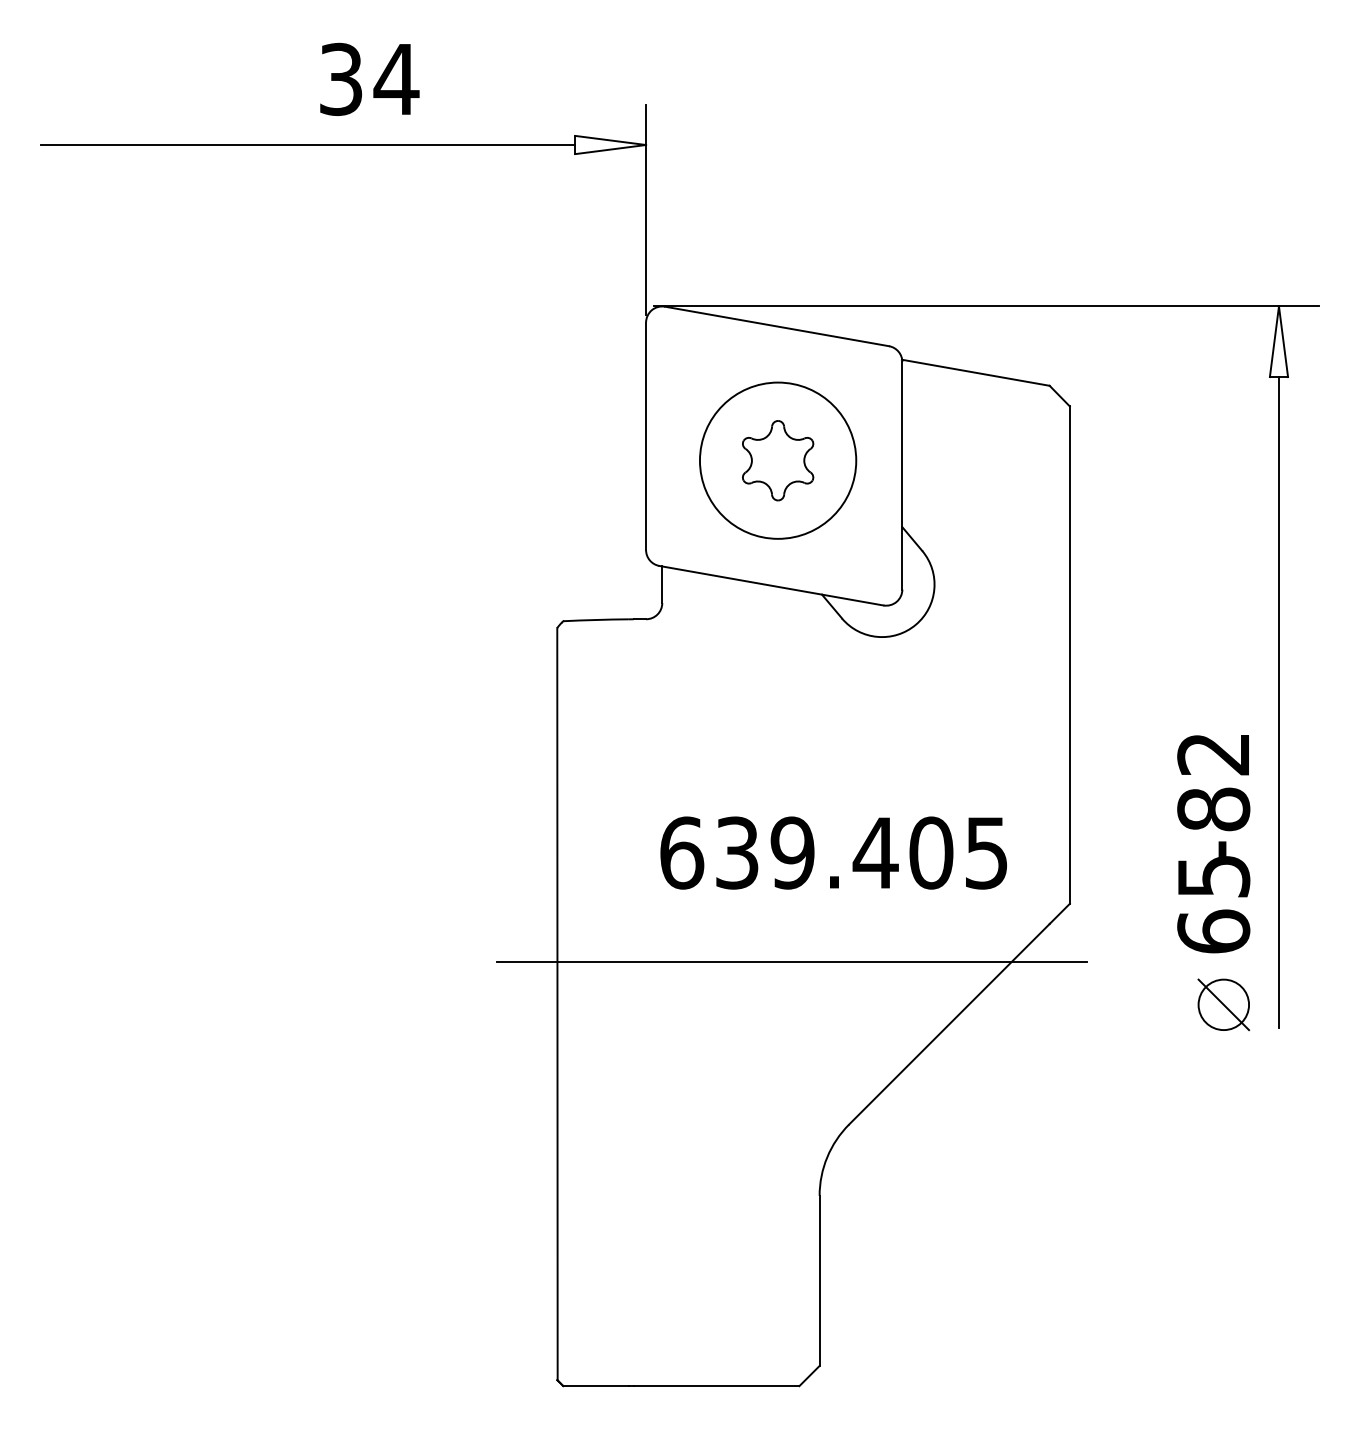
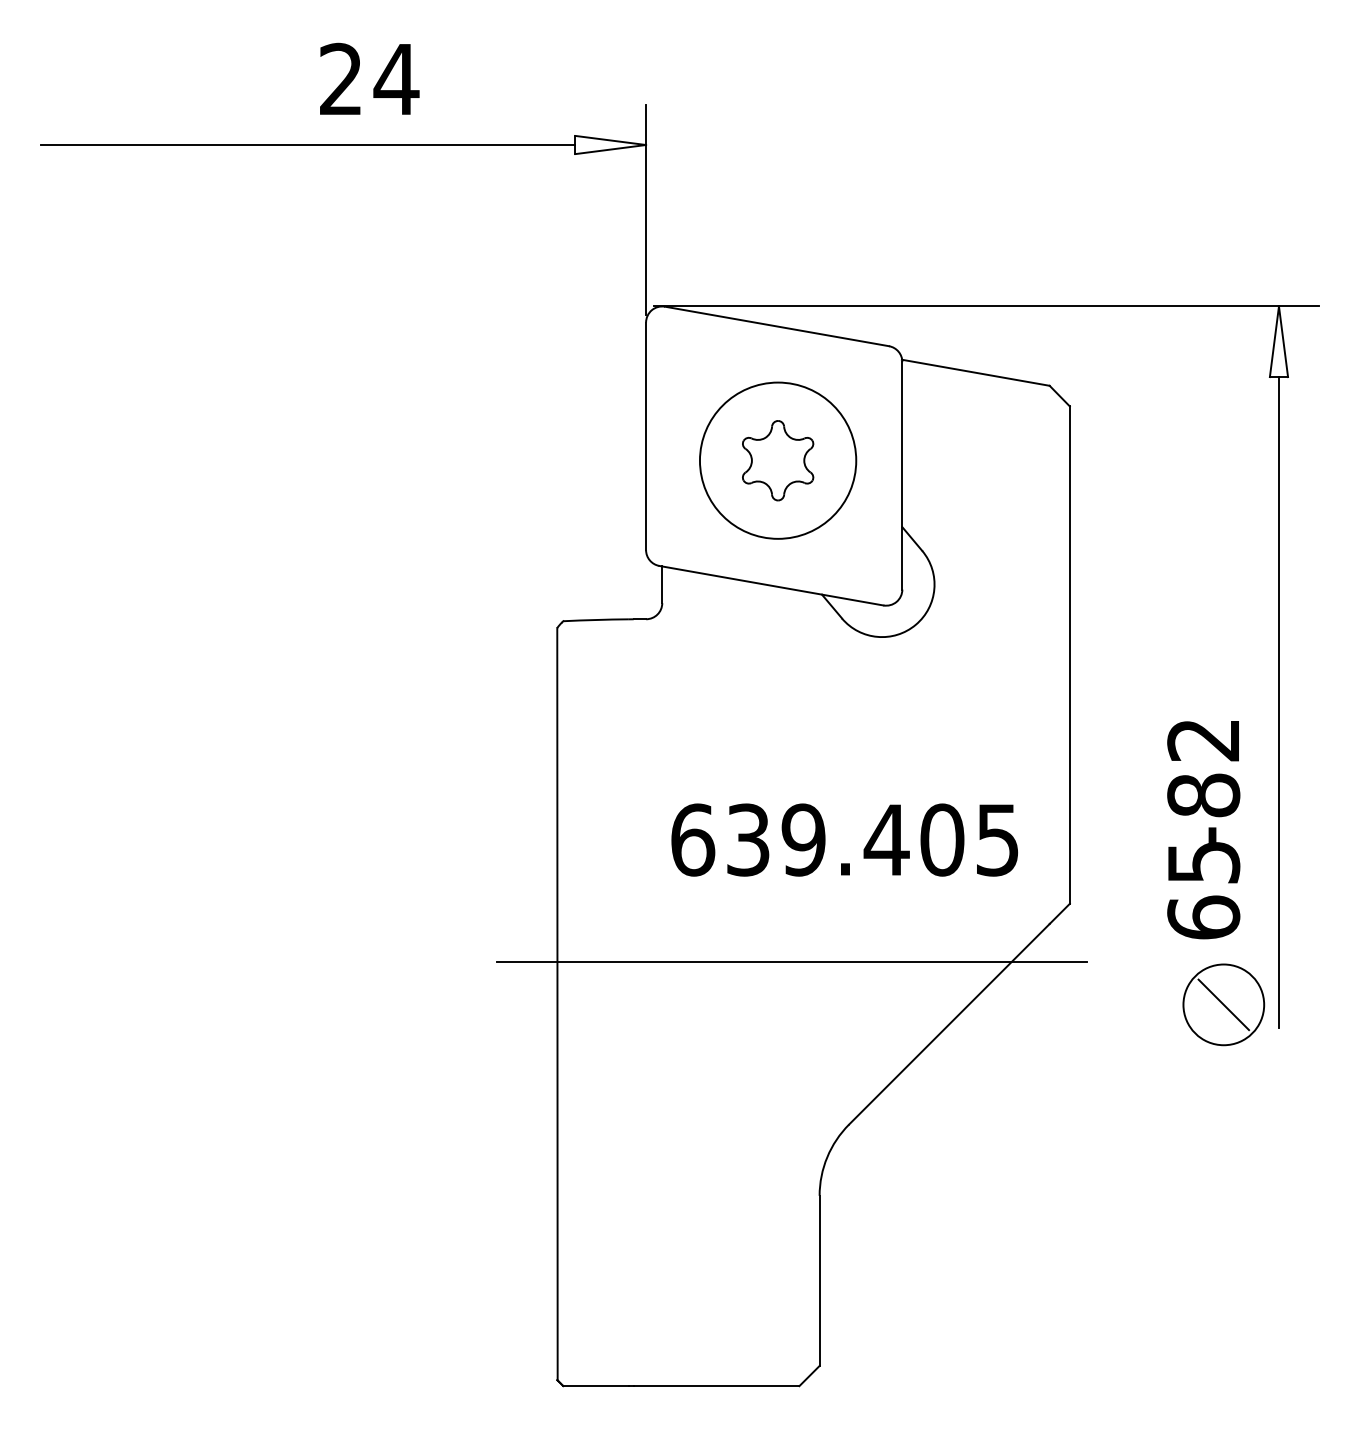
text at (341, 79): 34 -> 24
text at (1213, 844) position: (1213, 844) -> (1203, 830)
text at (833, 852) position: (833, 852) -> (844, 839)
circle at (1223, 1004) diameter: 50 px -> 81 px
